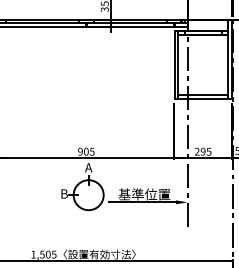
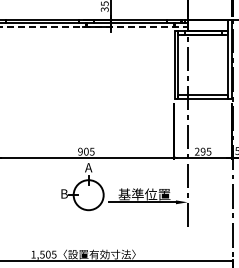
line at (93, 27): solid -> dashed
